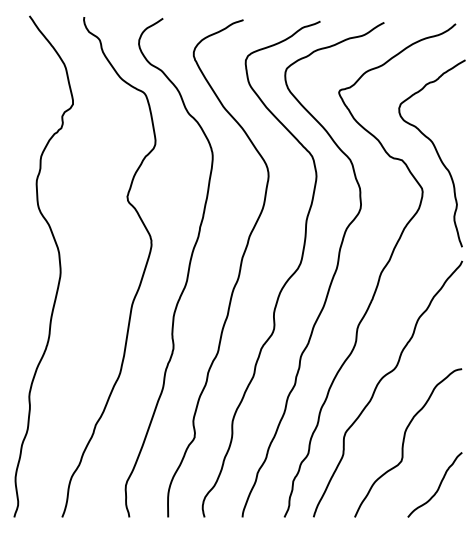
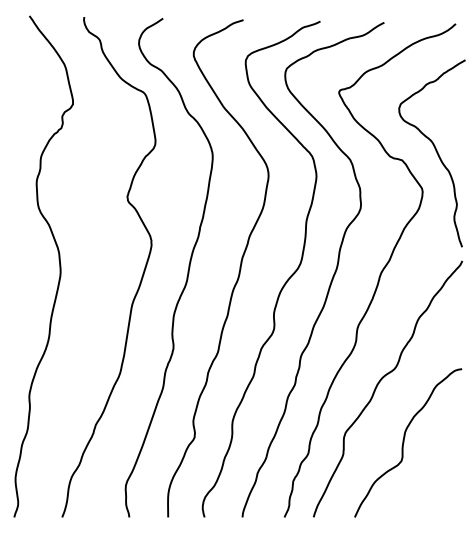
curve at (438, 485): present -> none
